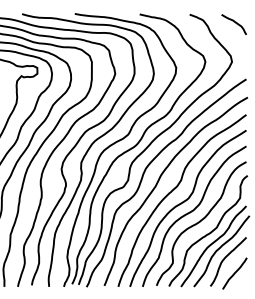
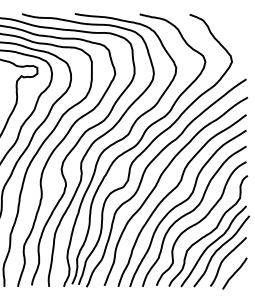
curve at (233, 22): present -> none
